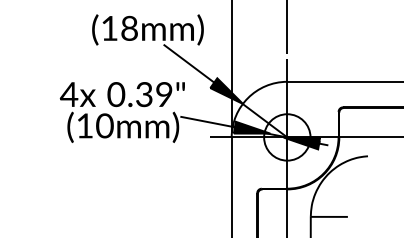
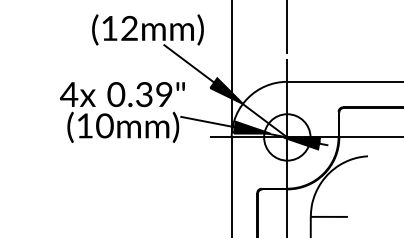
text at (129, 28): (18mm) -> (12mm)
